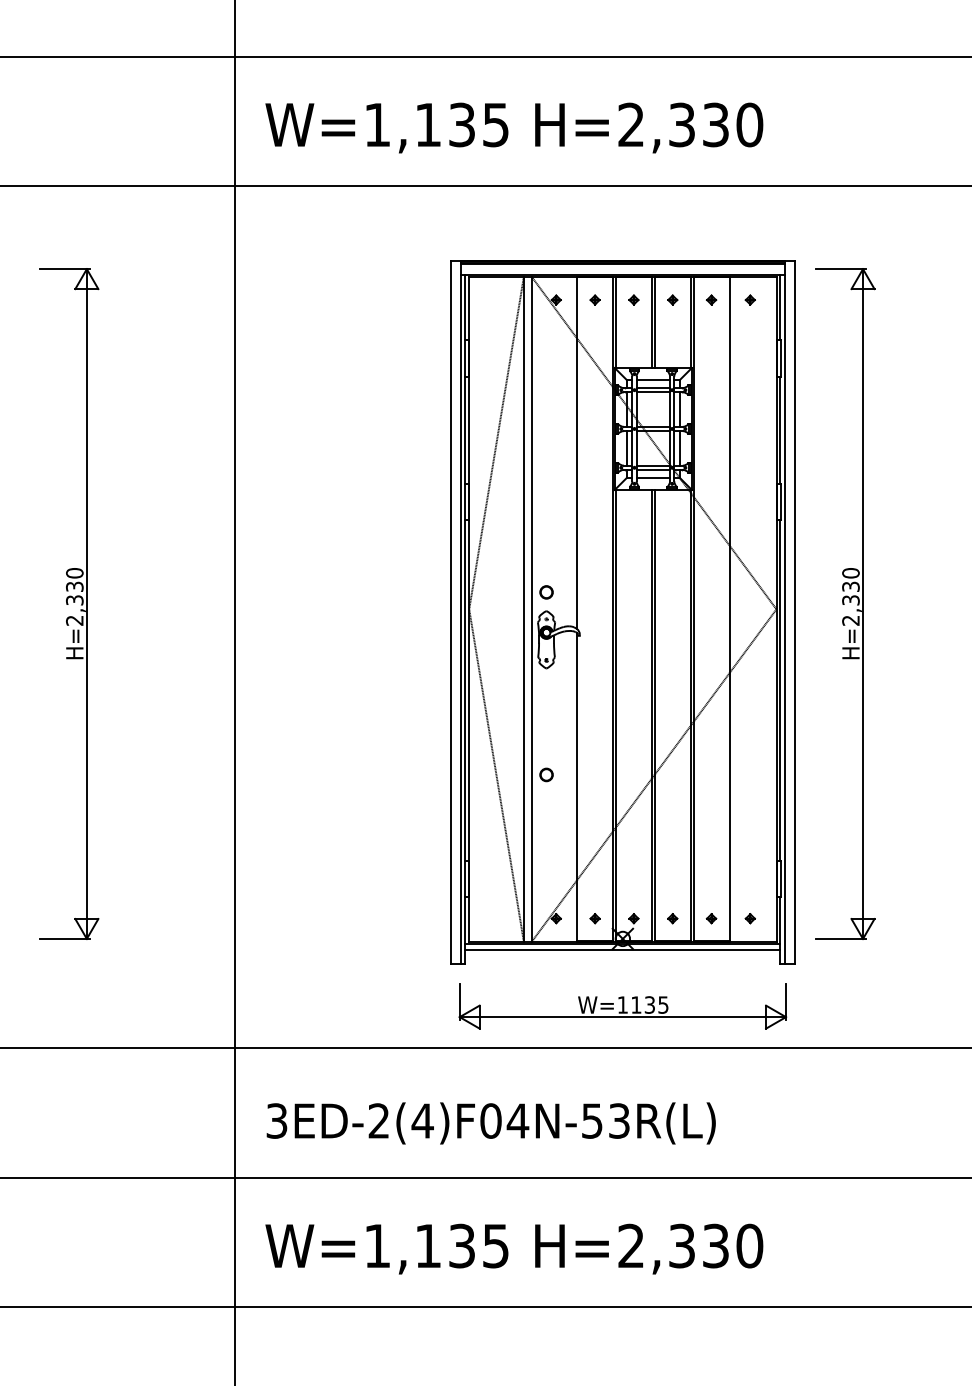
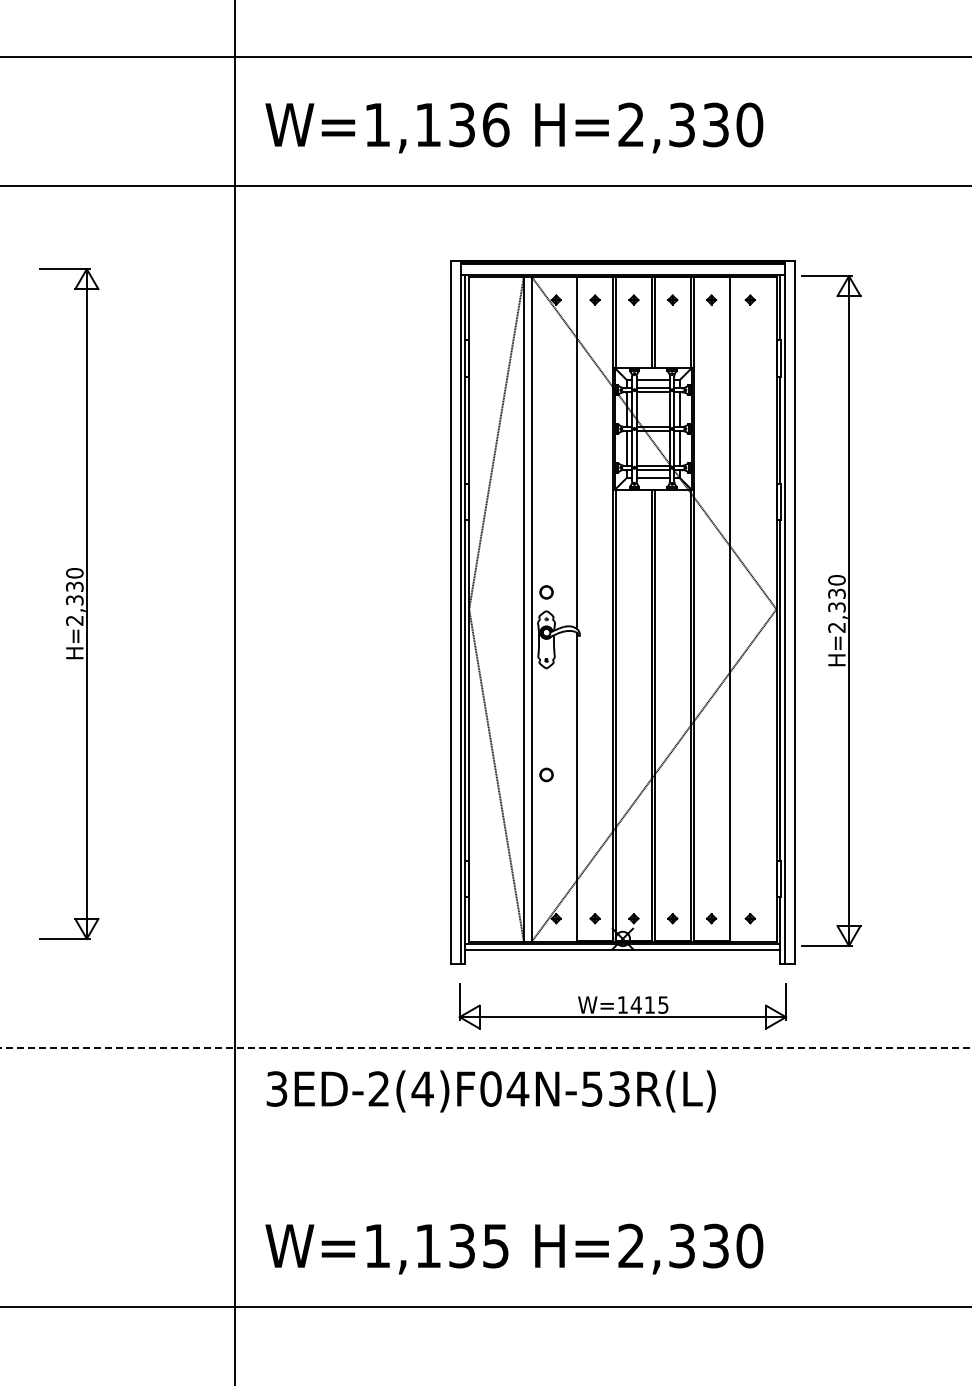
text at (496, 124): W=1,135 -> W=1,136
part at (845, 603) position: (845, 603) -> (831, 610)
text at (642, 1004): W=1135 -> W=1415
line at (485, 1048): solid -> dashed
text at (490, 1123) position: (490, 1123) -> (490, 1091)
line at (485, 1177): present -> none
